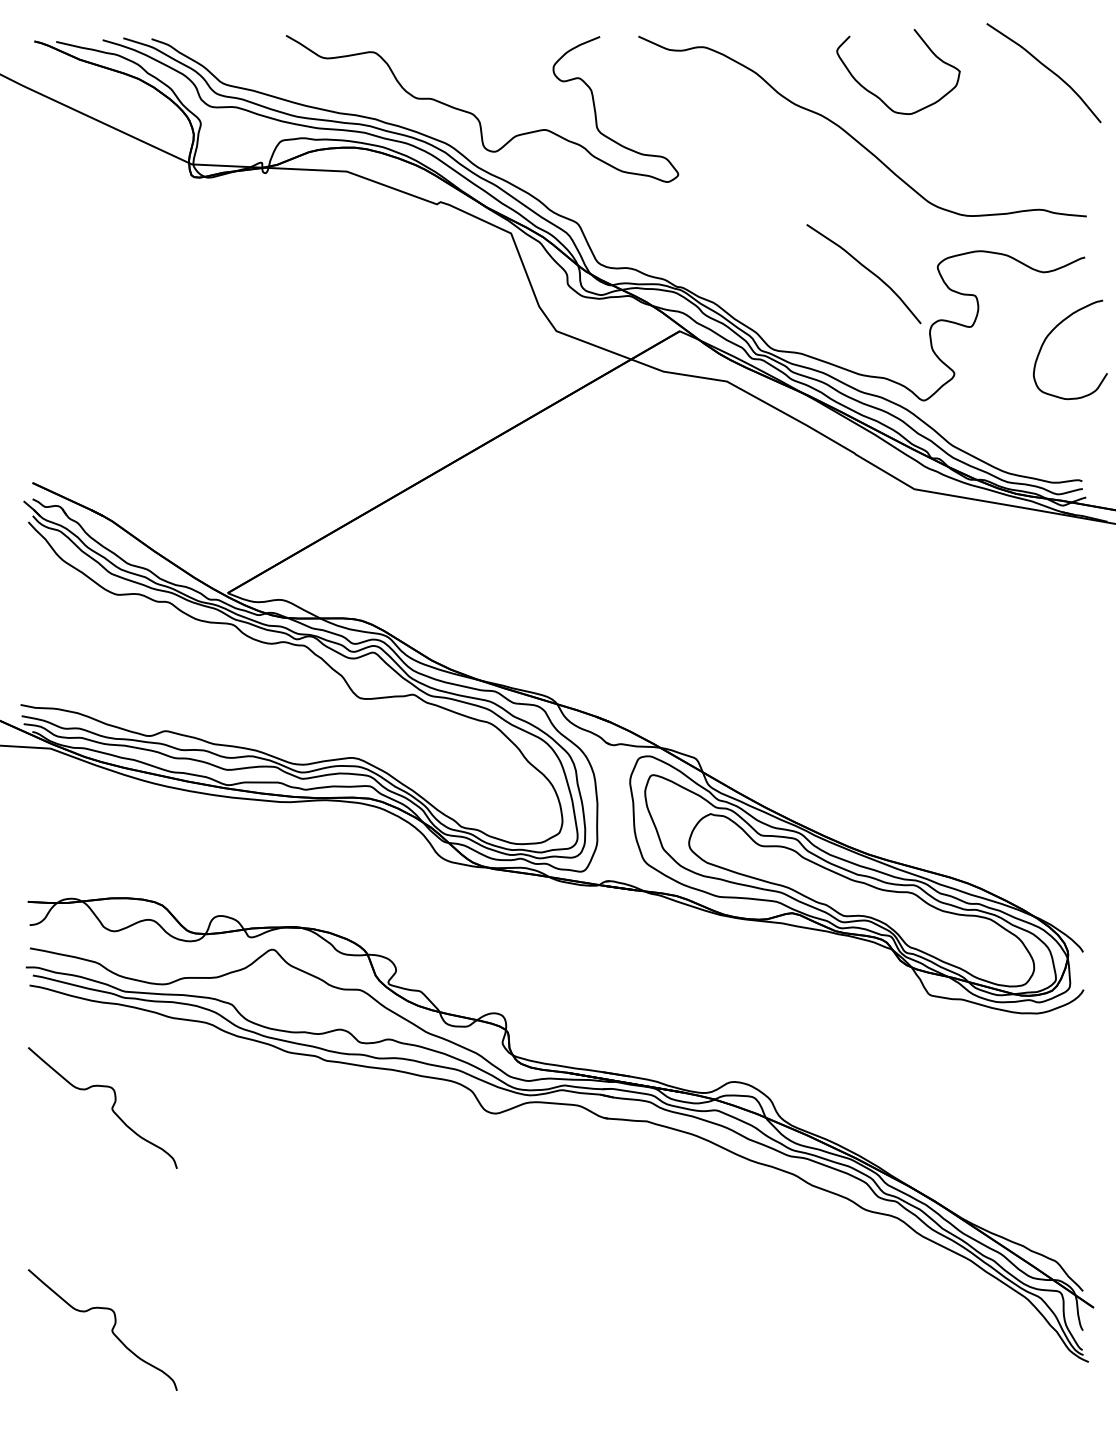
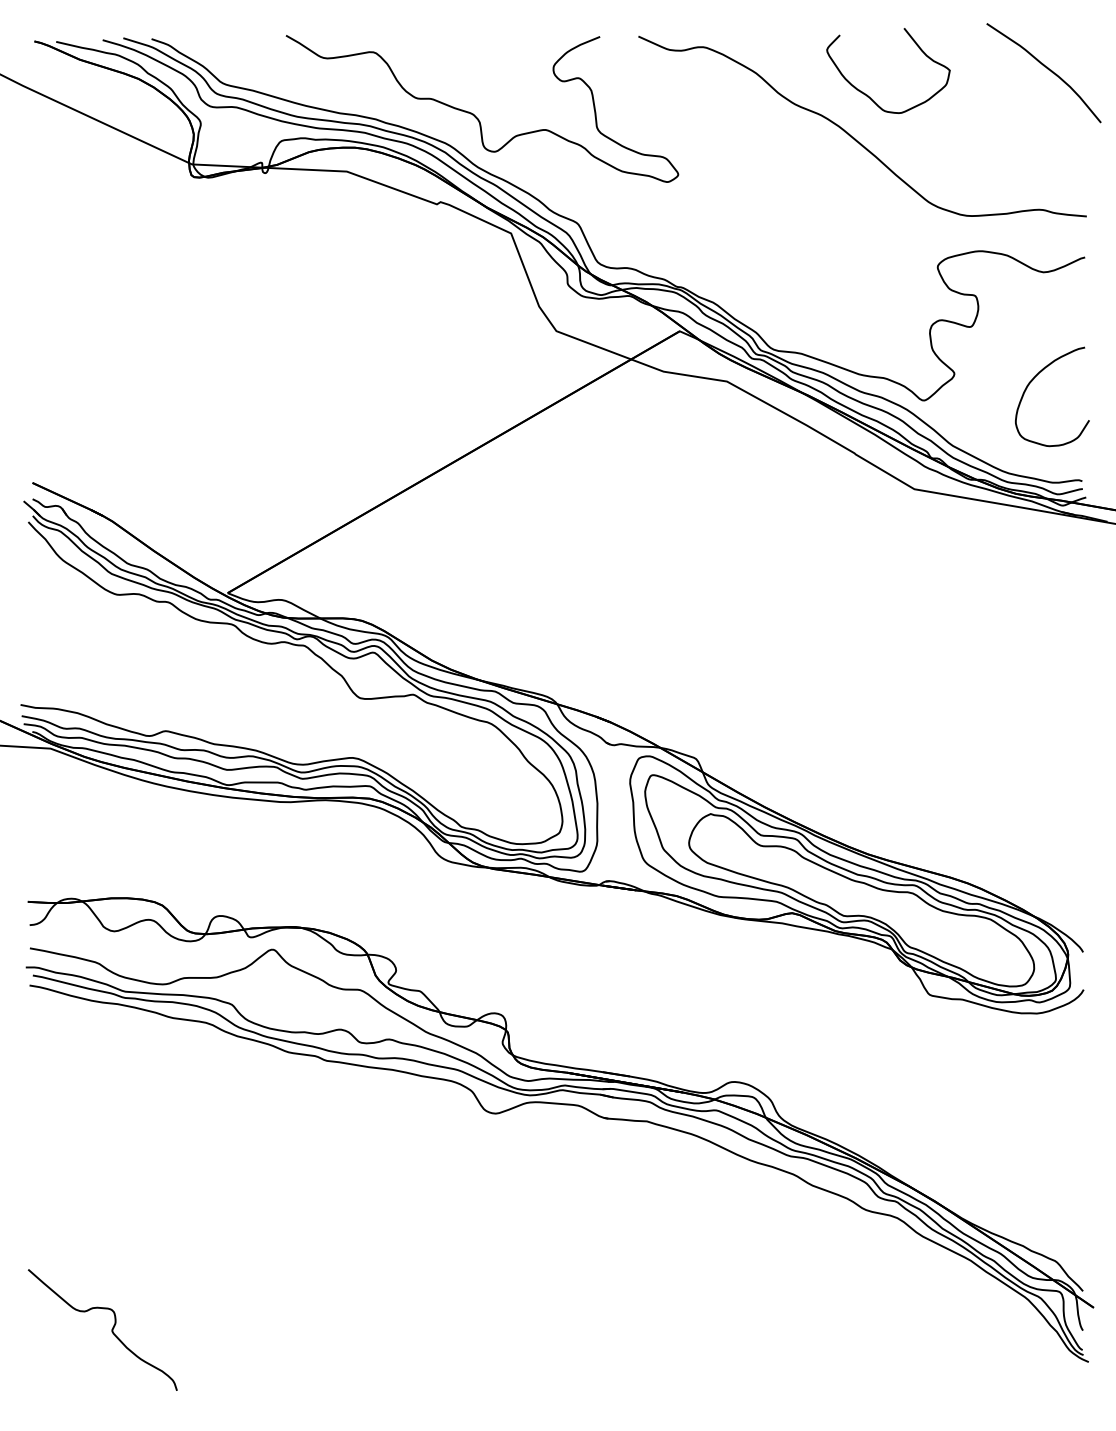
curve at (877, 95) position: (877, 95) -> (867, 94)
curve at (867, 270): present -> none
curve at (1051, 333) position: (1051, 333) -> (1033, 380)
curve at (111, 1107): present -> none
